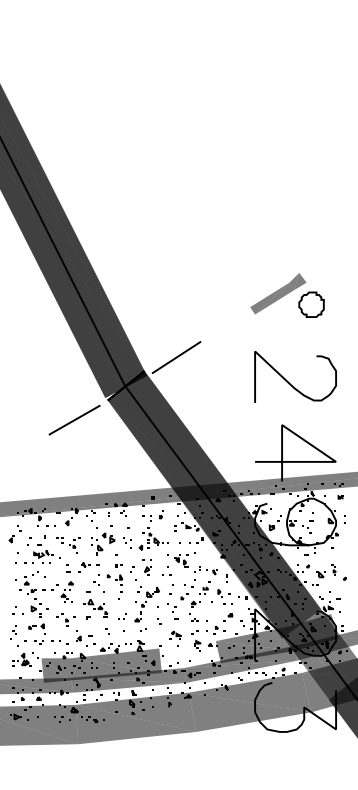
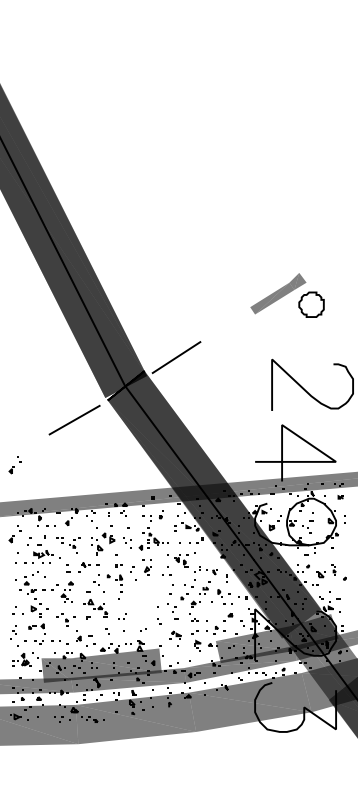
curve at (289, 382) position: (289, 382) -> (306, 390)
part at (14, 465): none -> present
part at (146, 604): present -> none
